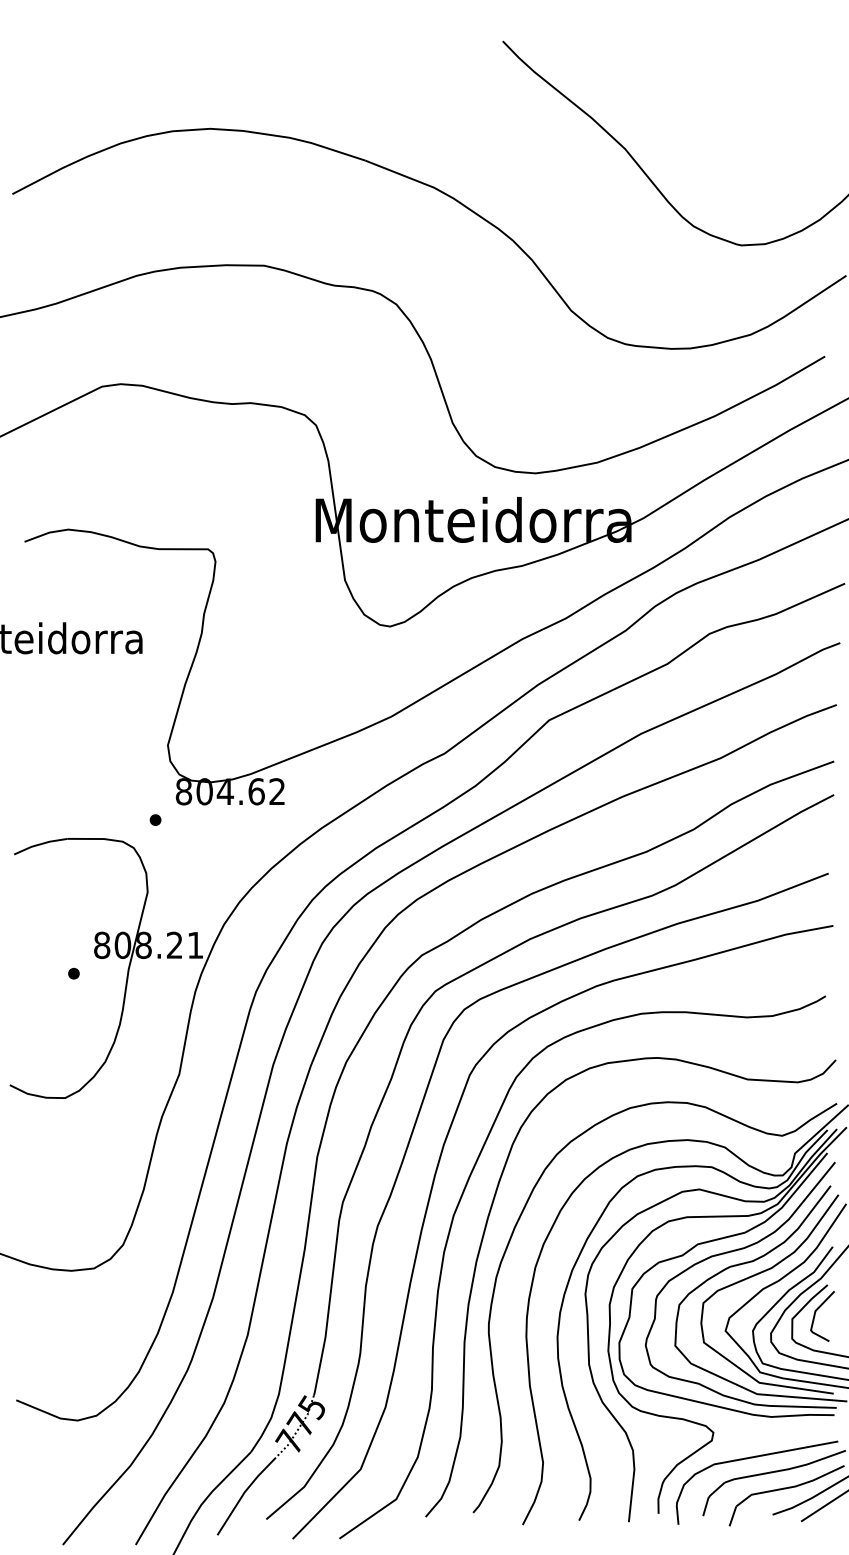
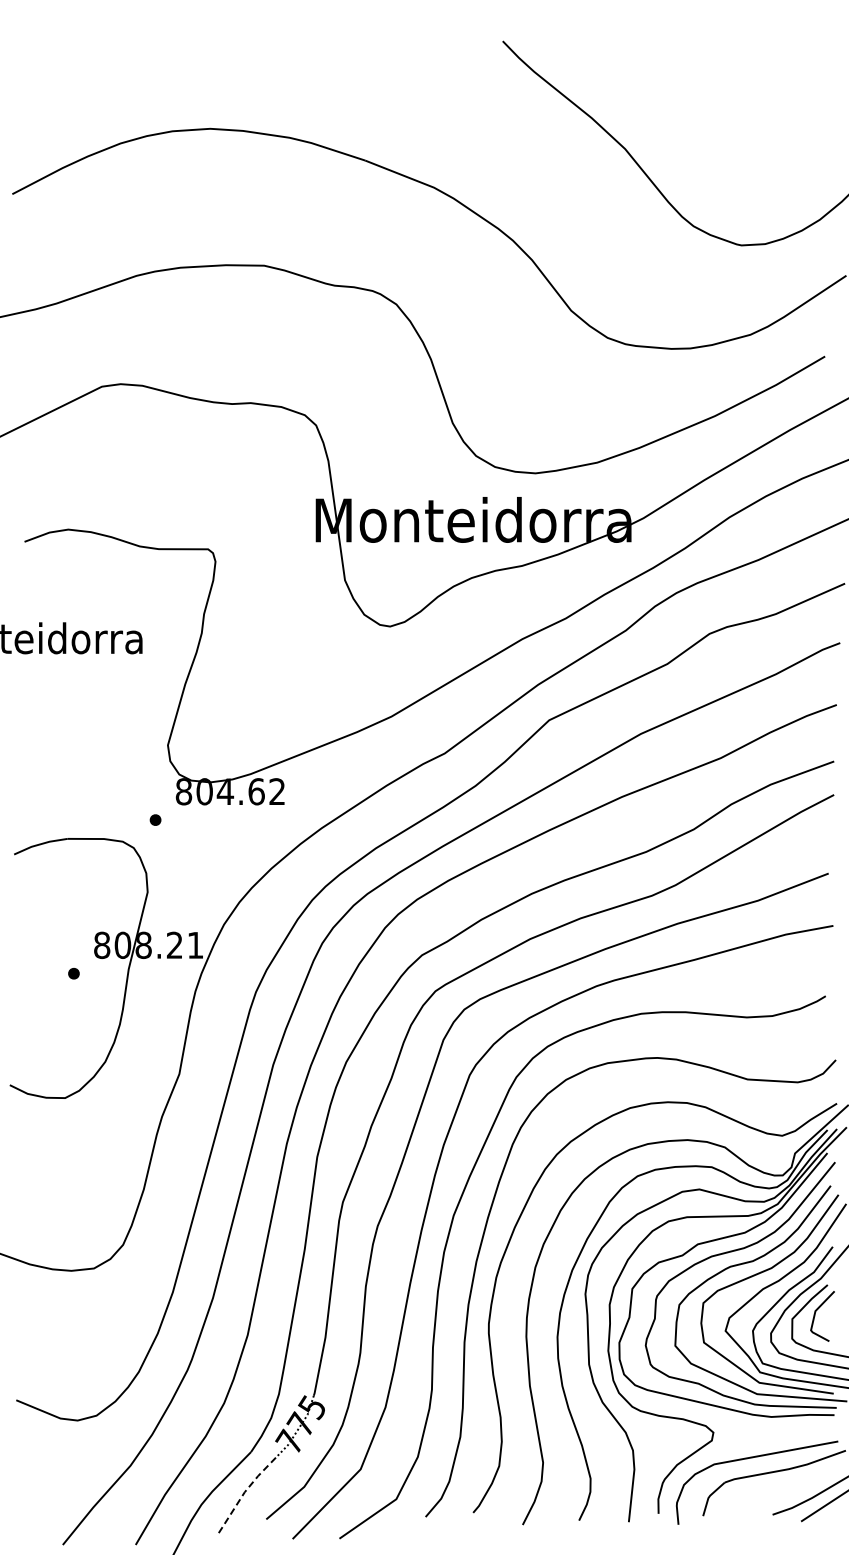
line at (244, 1493): solid -> dashed
part at (786, 1495): present -> none
